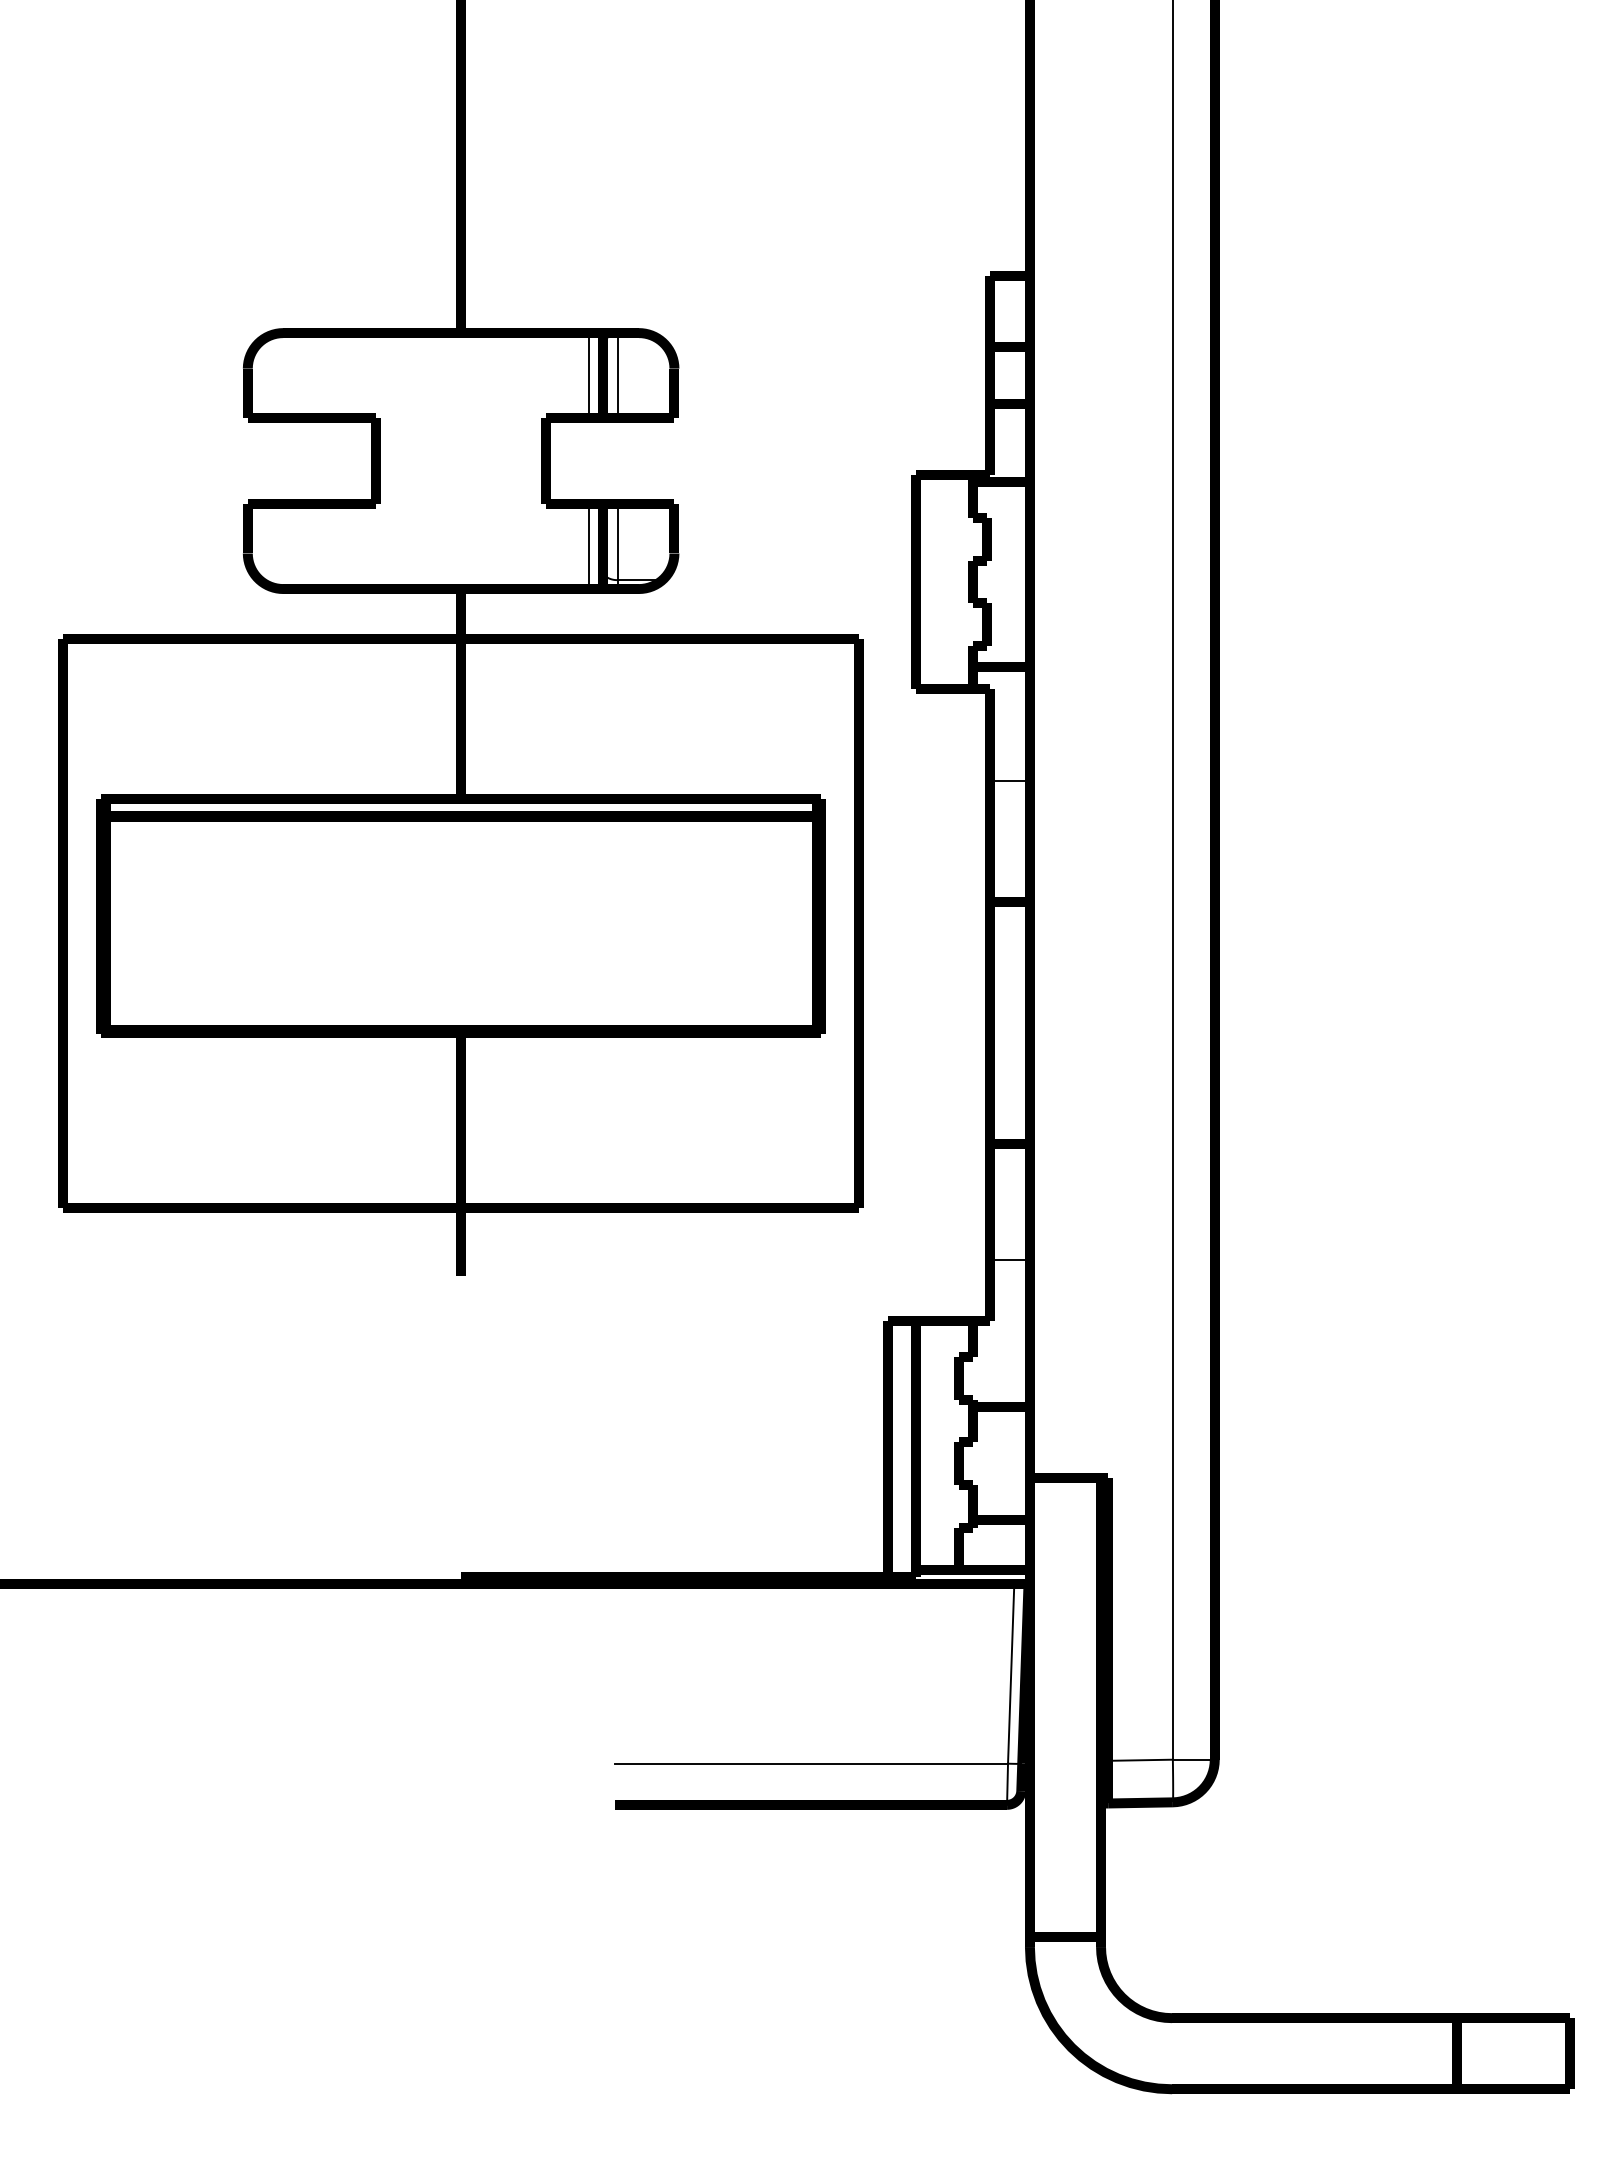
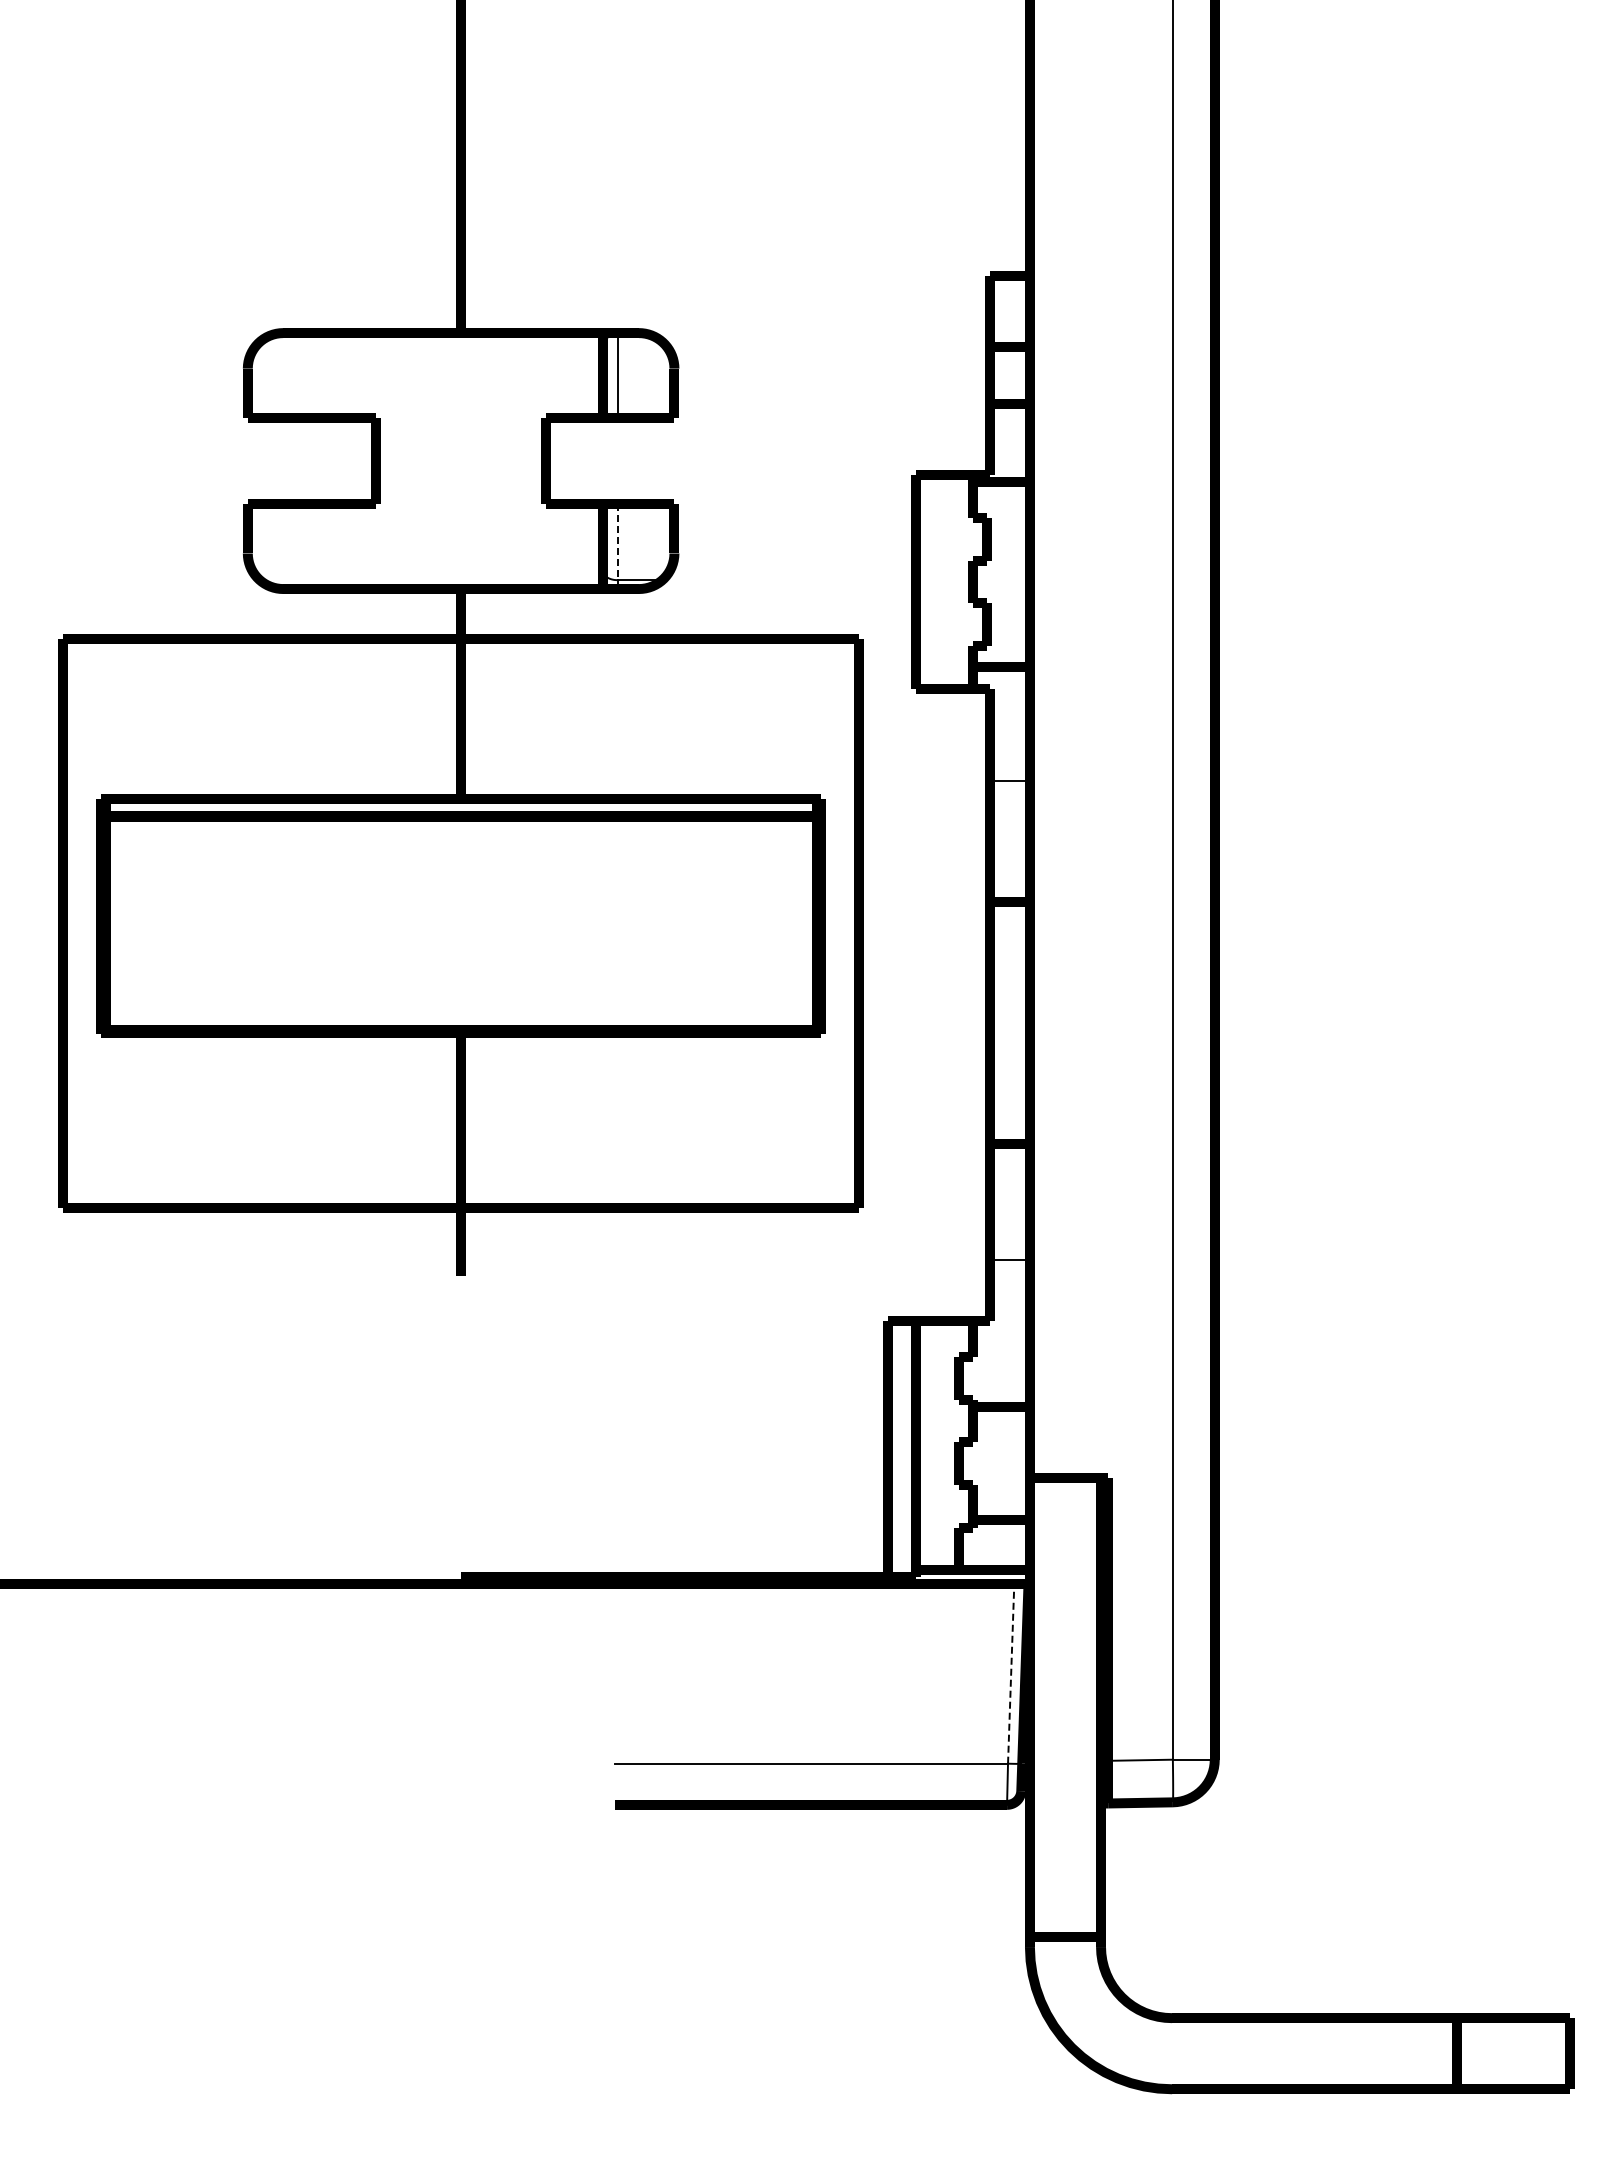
line at (589, 375): present -> none
line at (617, 542): solid -> dashed
line at (589, 546): present -> none
line at (1011, 1674): solid -> dashed
